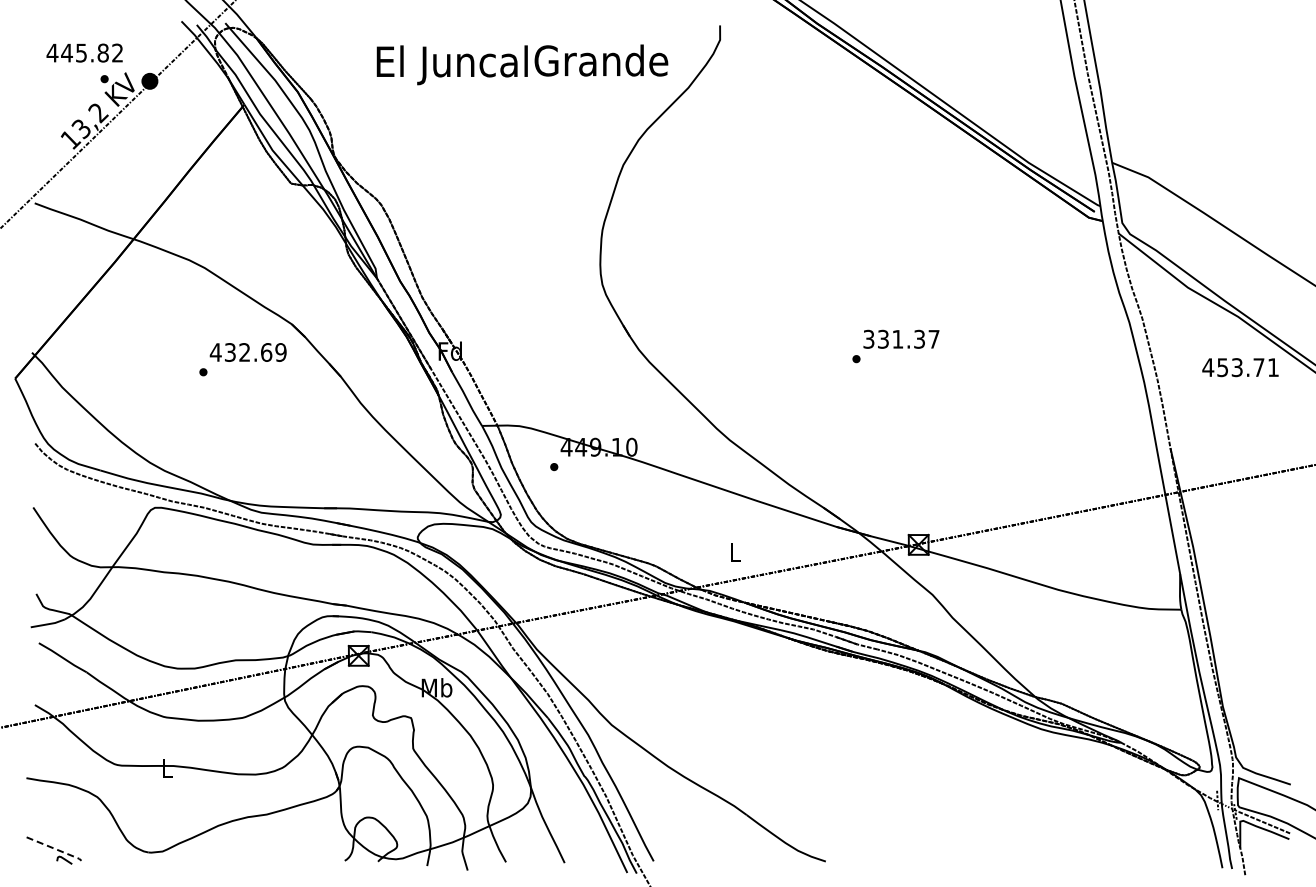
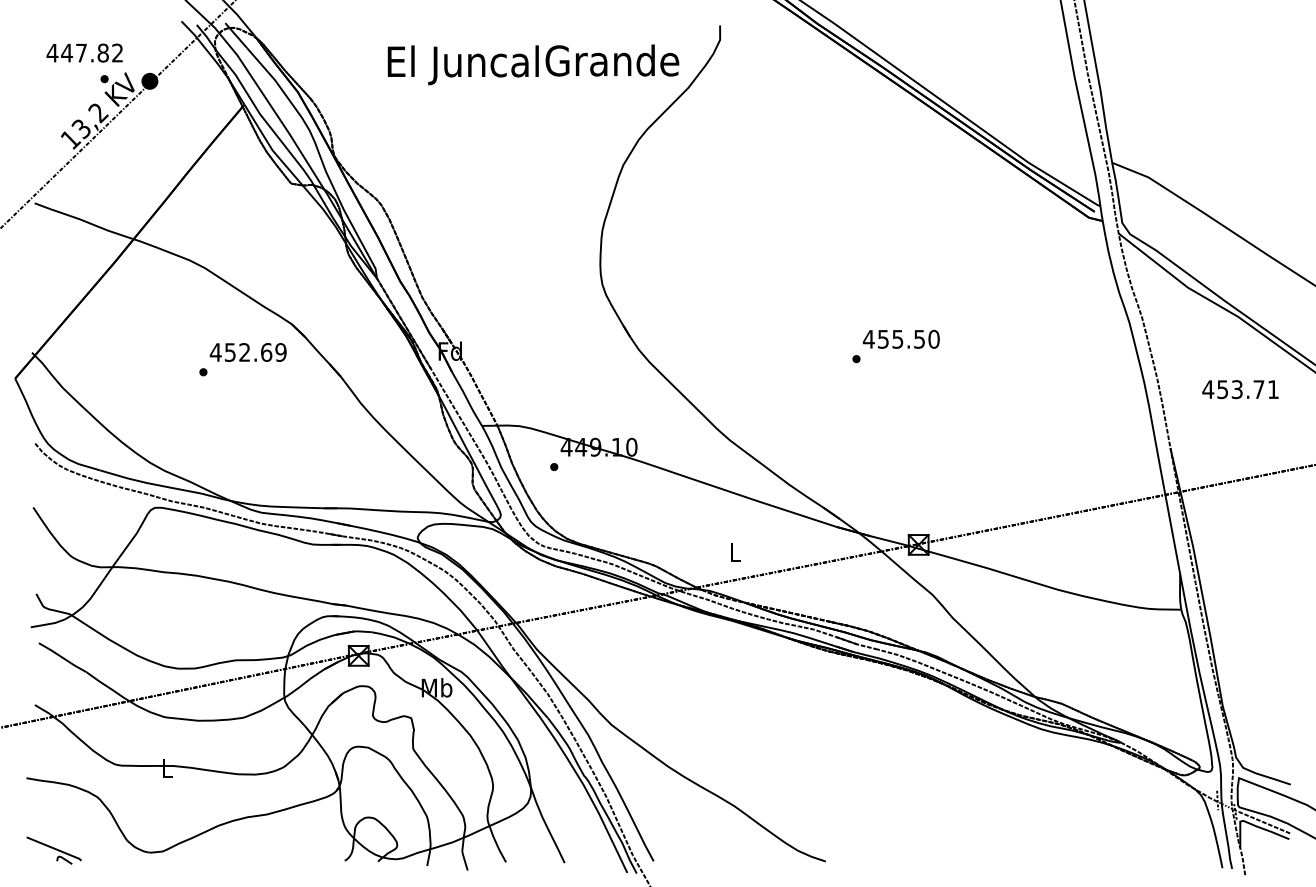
text at (81, 52): 445.82 -> 447.82
text at (522, 64) position: (522, 64) -> (533, 64)
text at (900, 338): 331.37 -> 455.50
text at (230, 352): 432.69 -> 452.69
text at (1240, 367) position: (1240, 367) -> (1240, 389)
line at (55, 848): dashed -> solid
